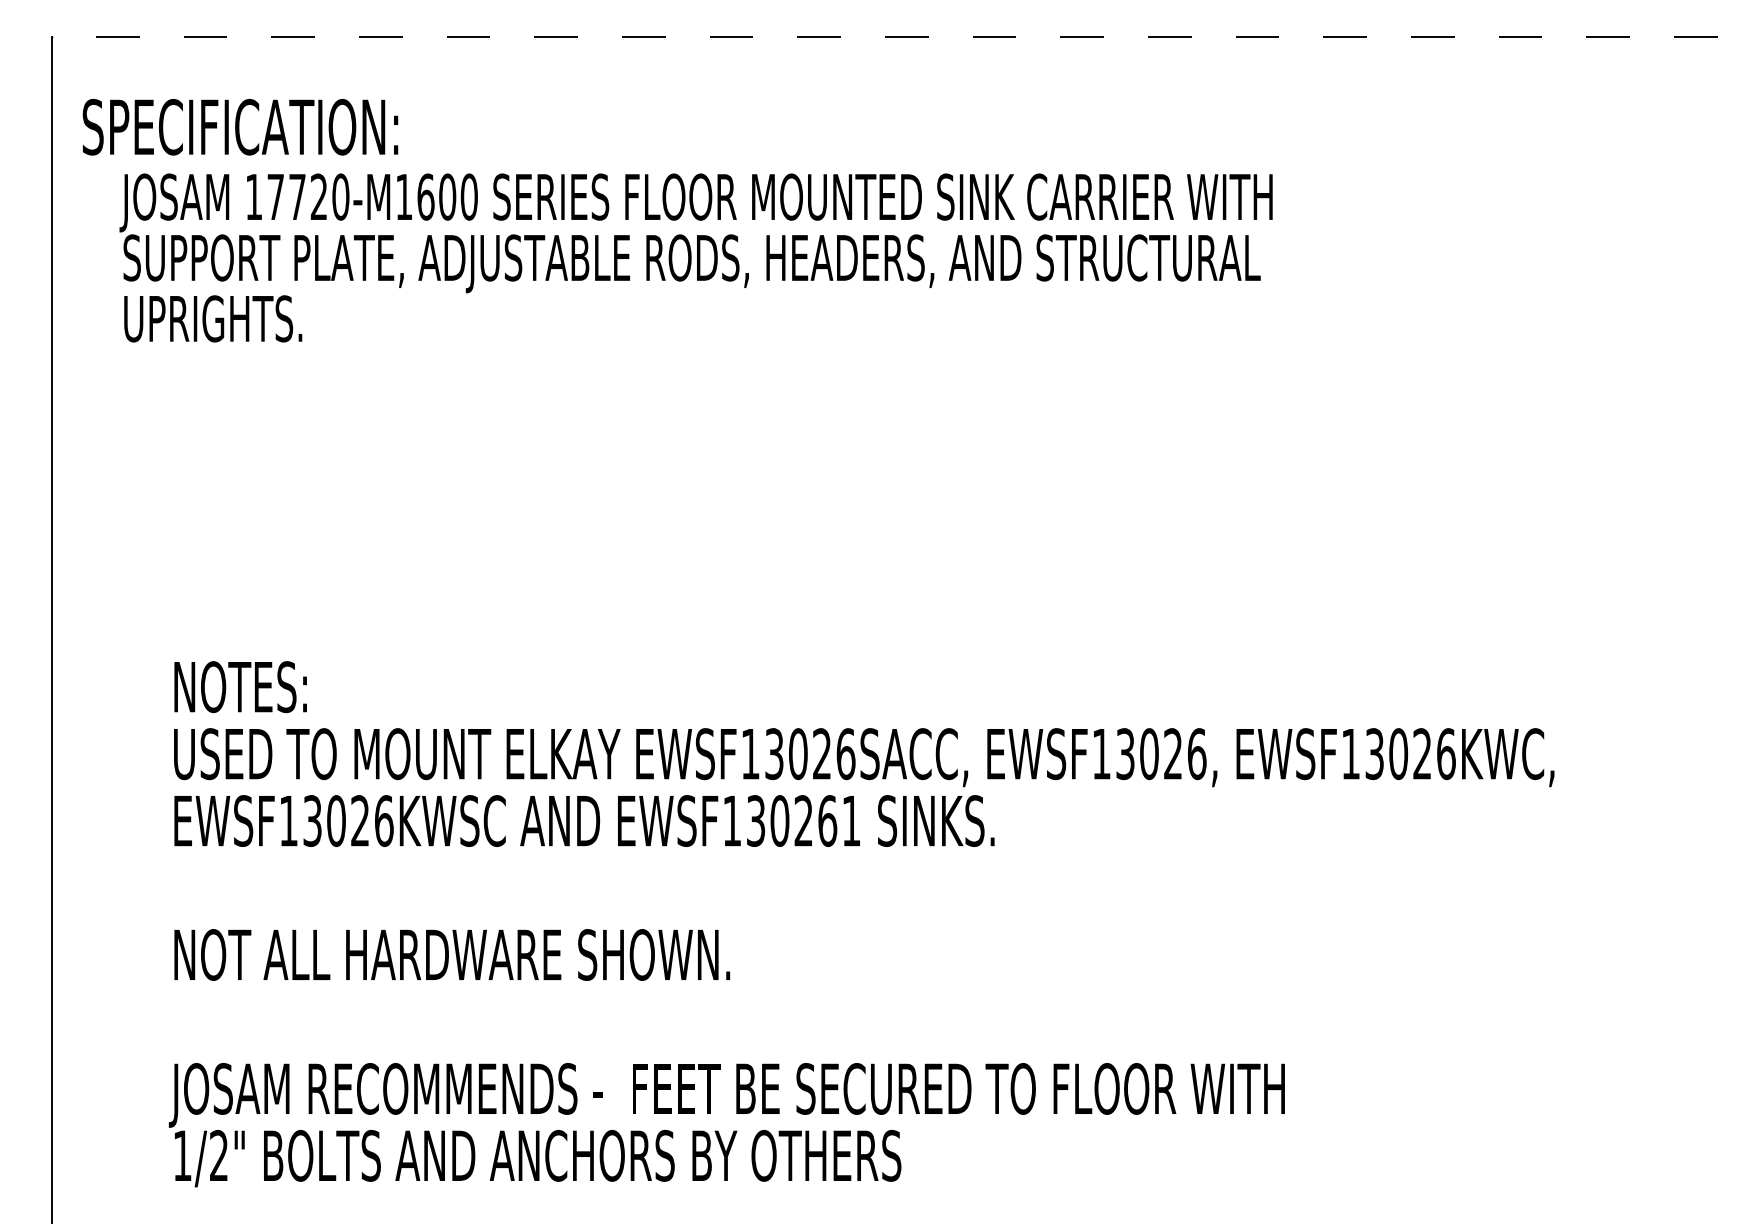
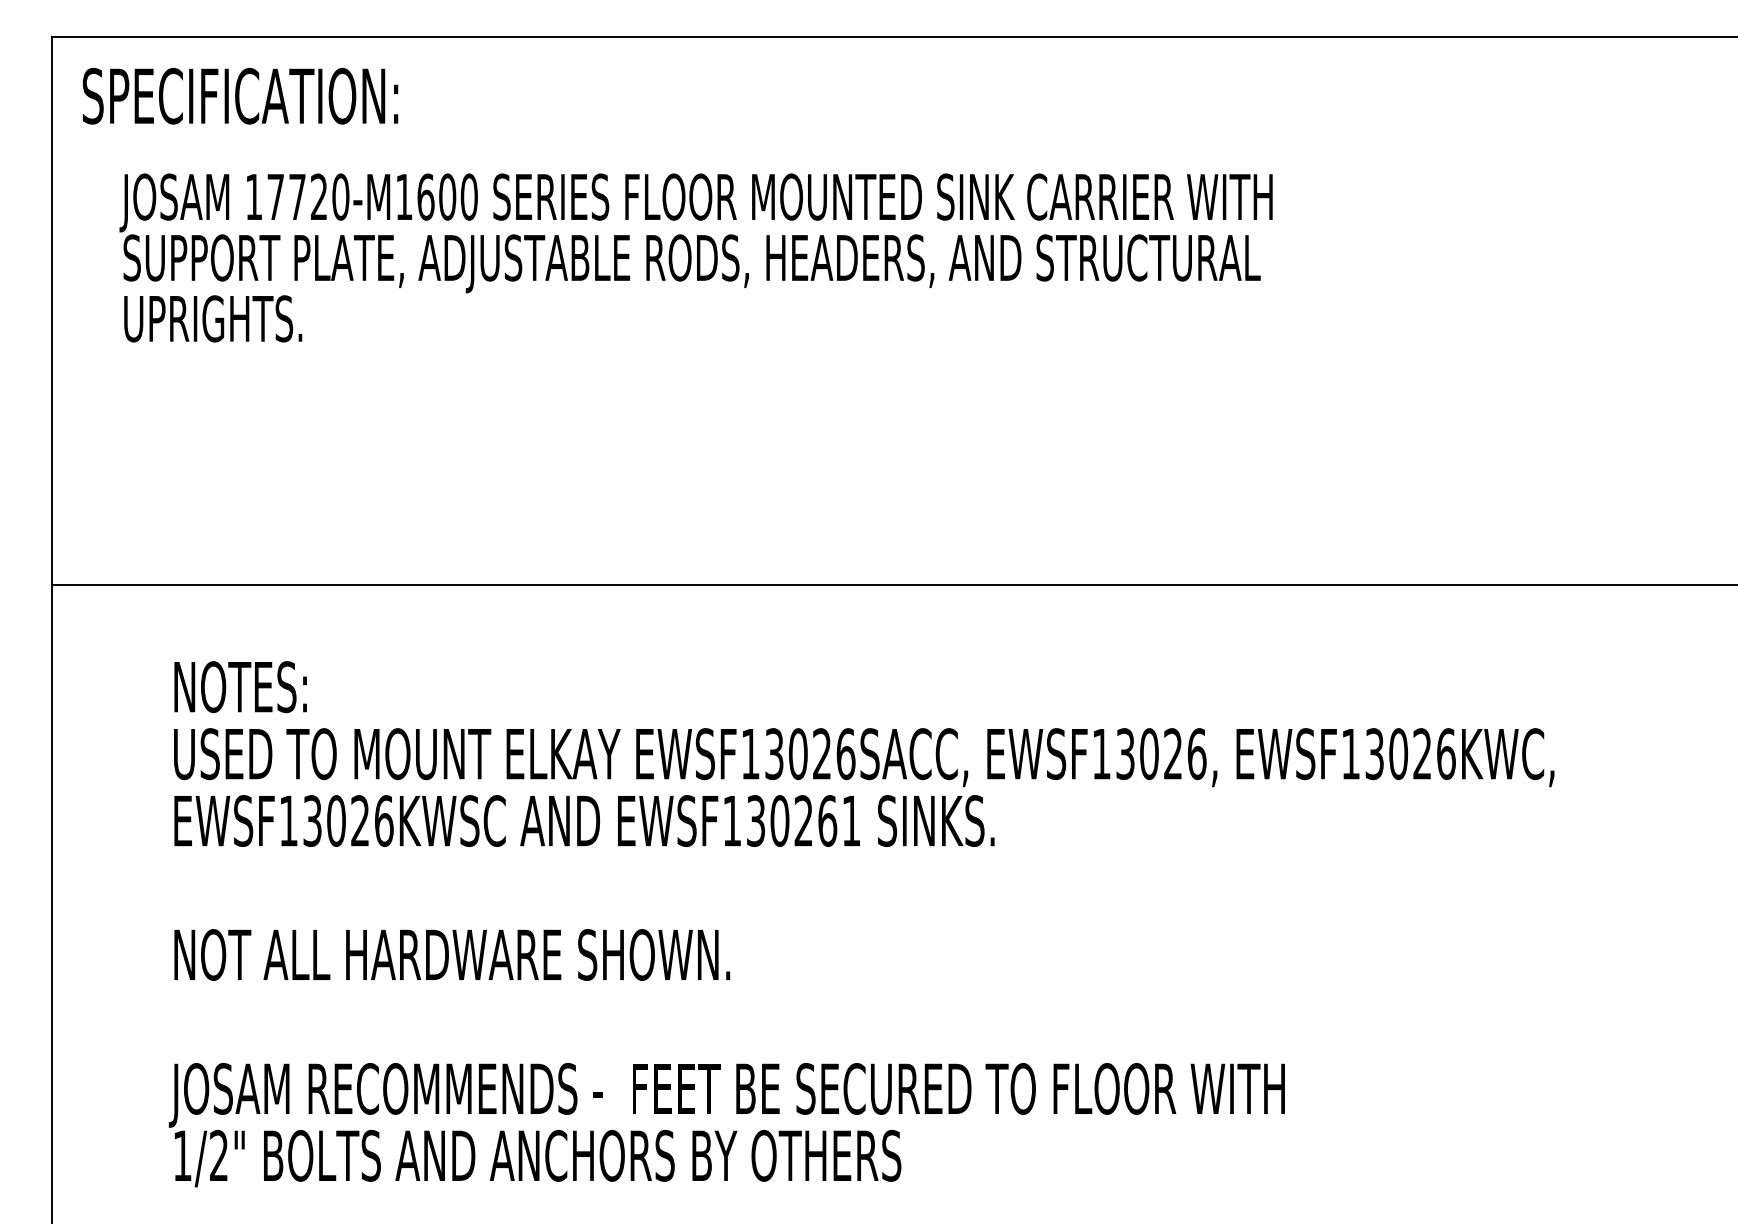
line at (895, 36): dashed -> solid
text at (240, 126) position: (240, 126) -> (240, 95)
line at (893, 584): none -> present
